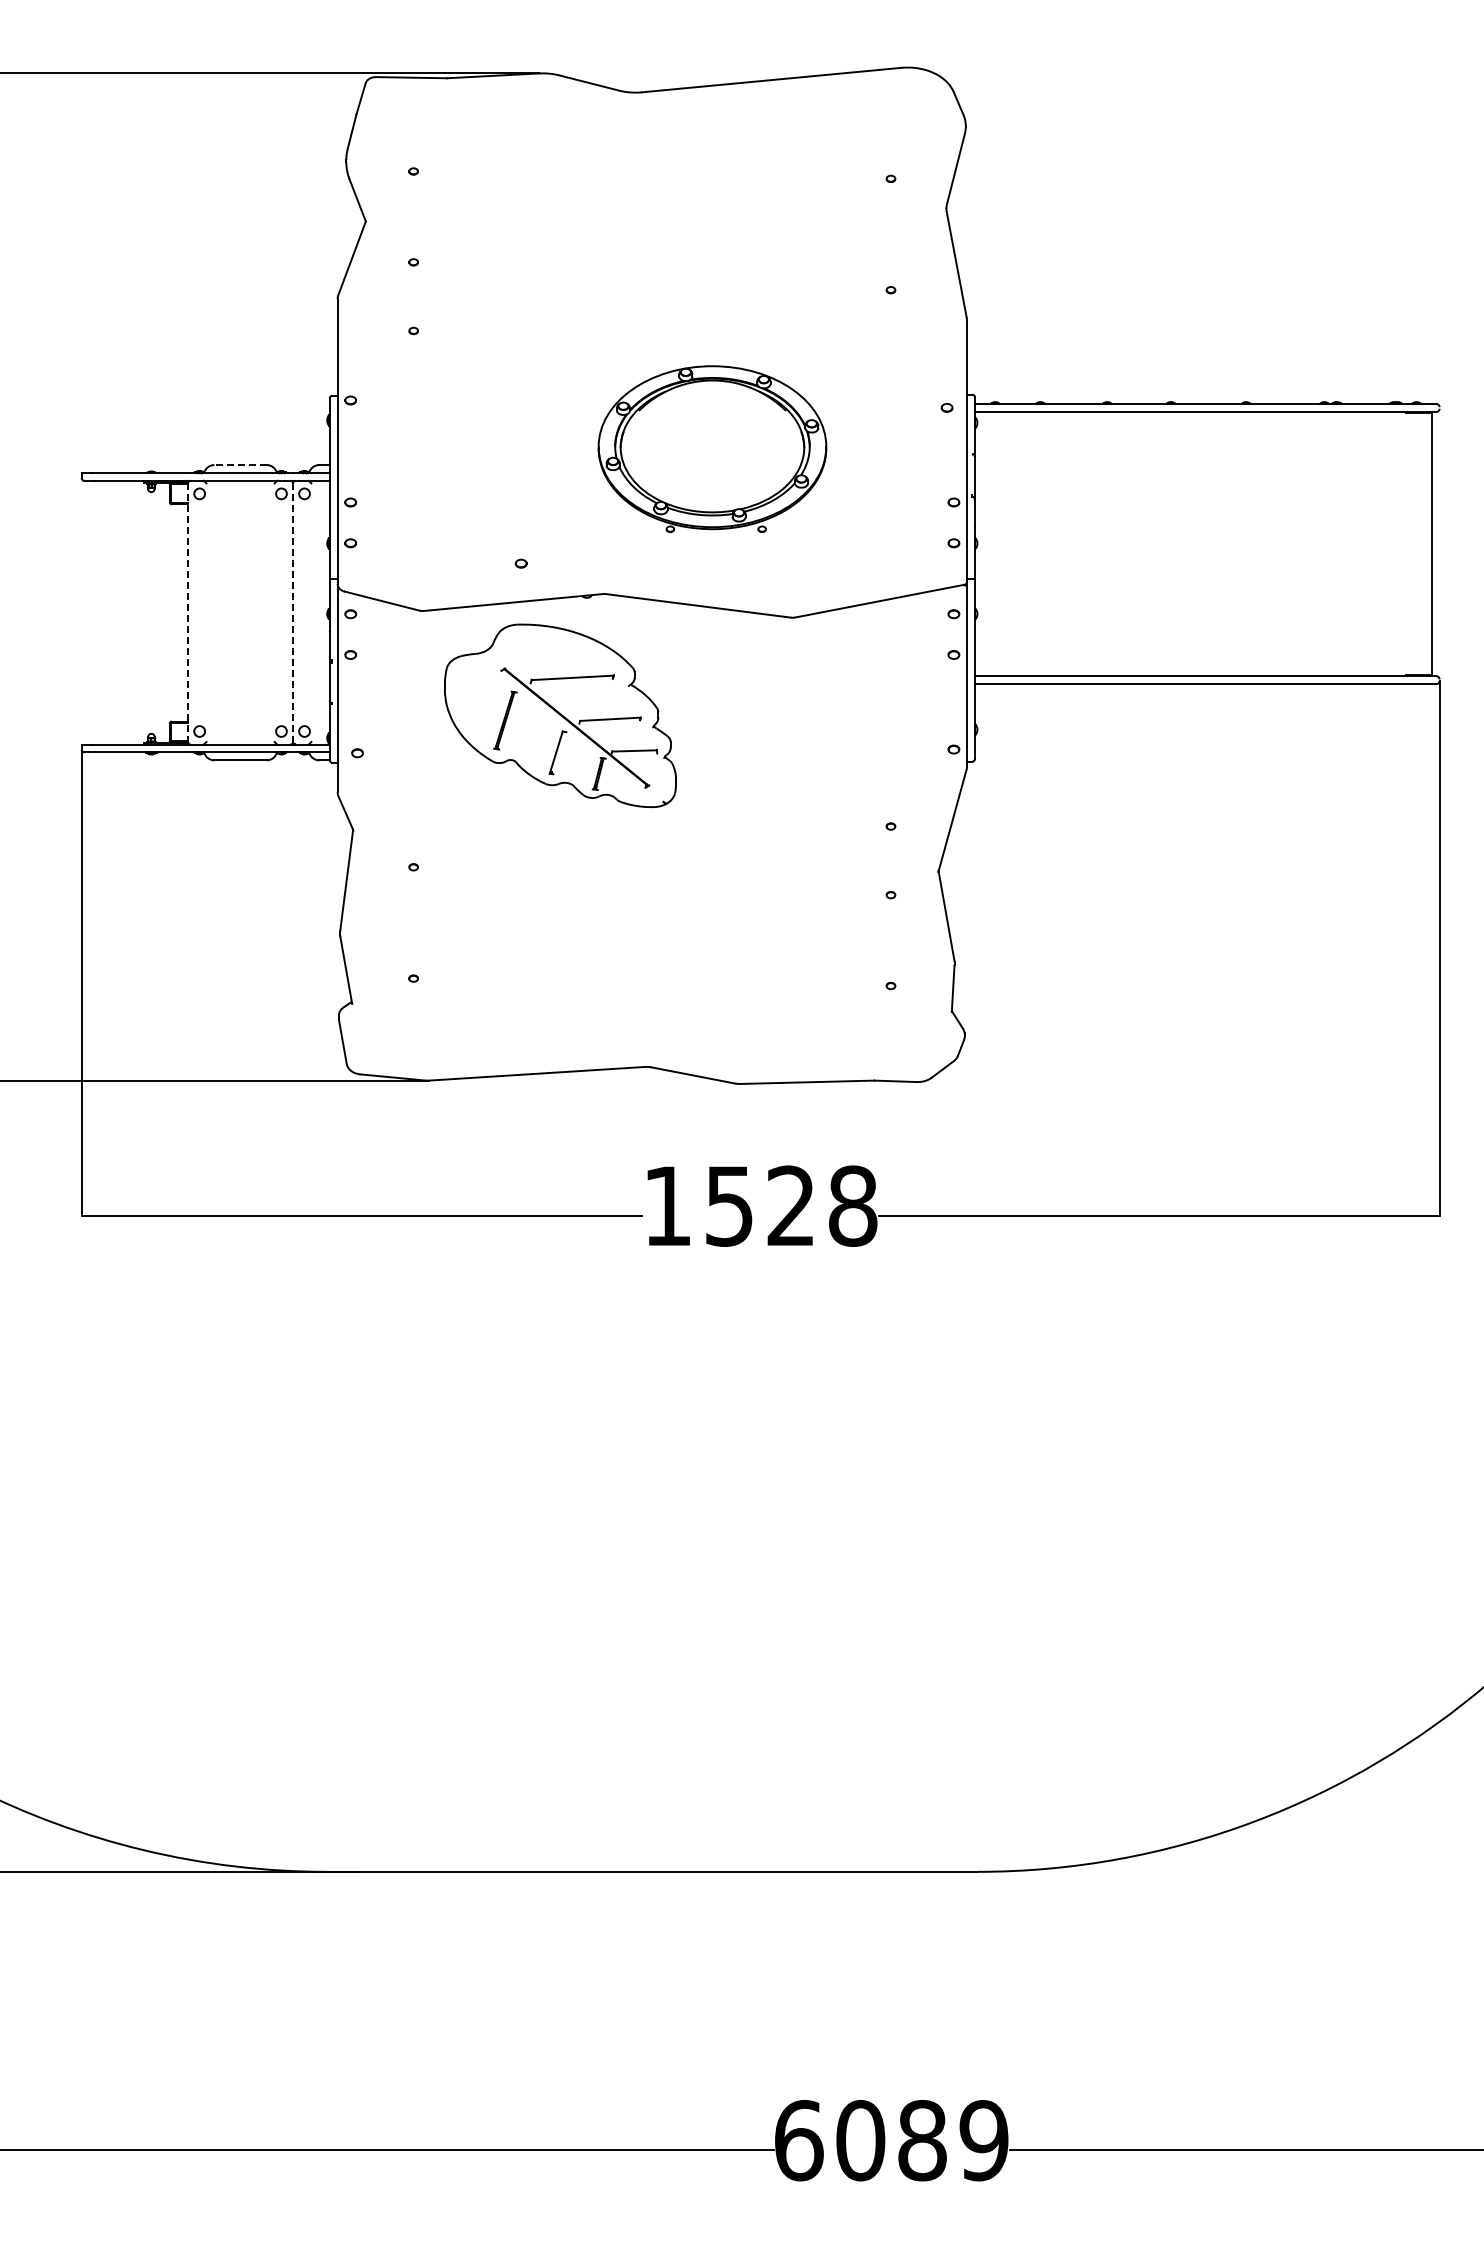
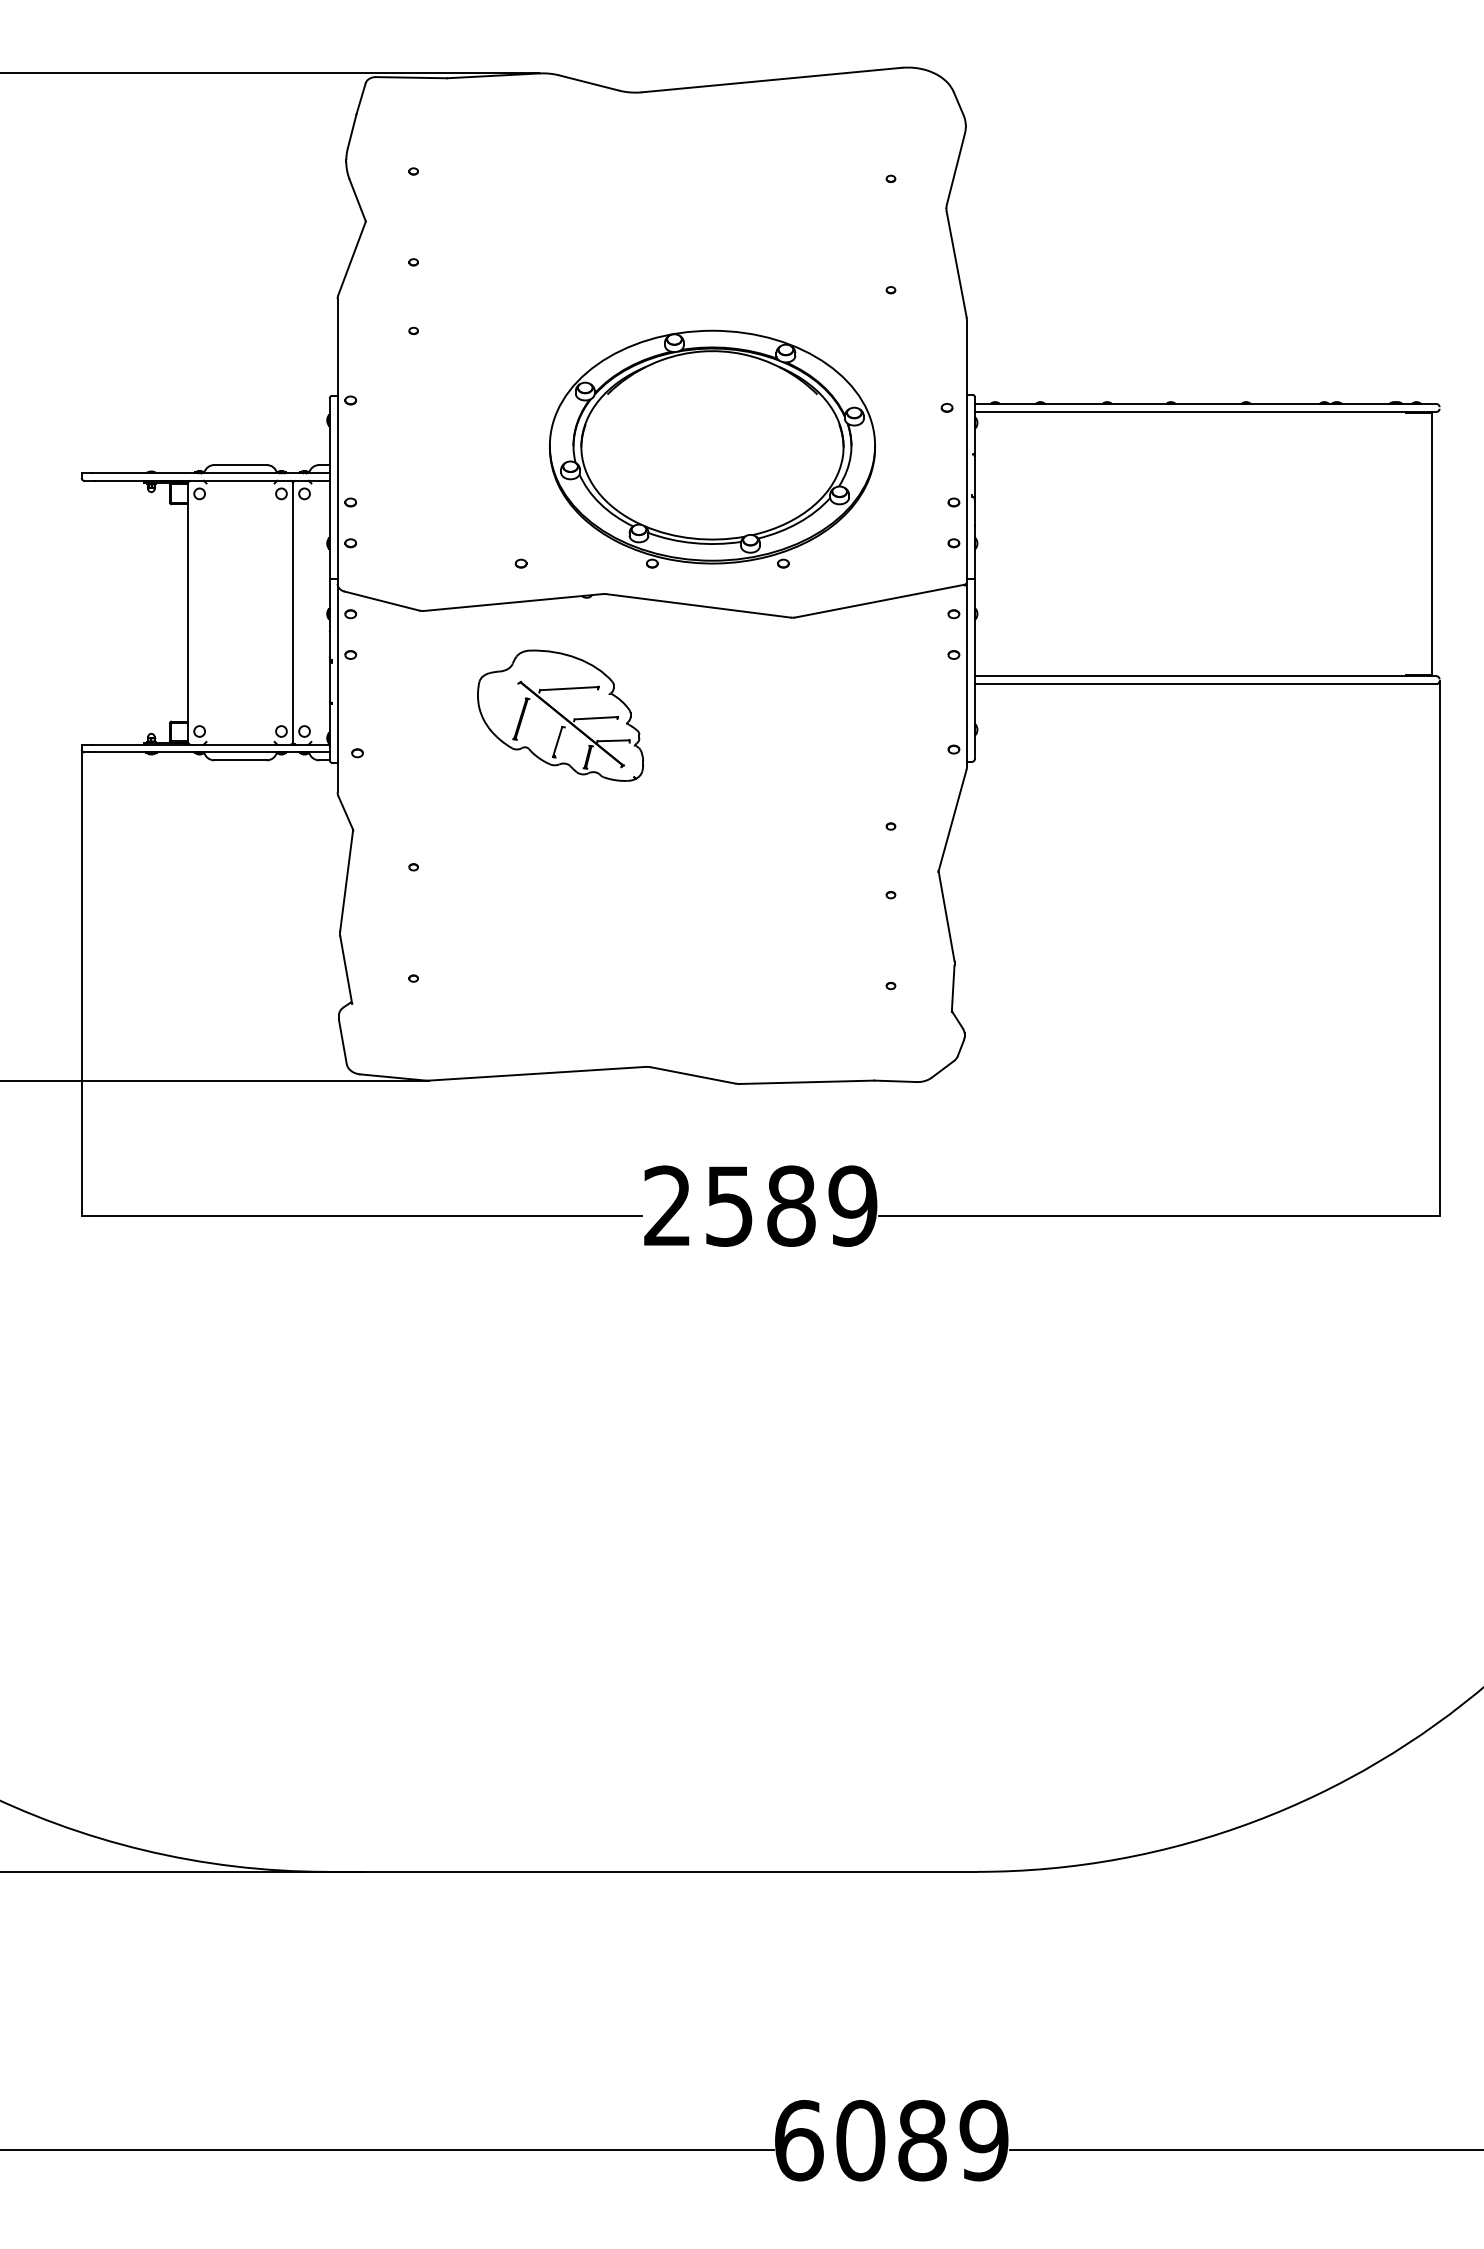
part at (712, 448) size: 231x168 px -> 327x240 px
line at (240, 465): dashed -> solid
line at (188, 613): dashed -> solid
line at (293, 613): dashed -> solid
part at (560, 715) size: 233x185 px -> 168x133 px
text at (760, 1205): 1528 -> 2589
